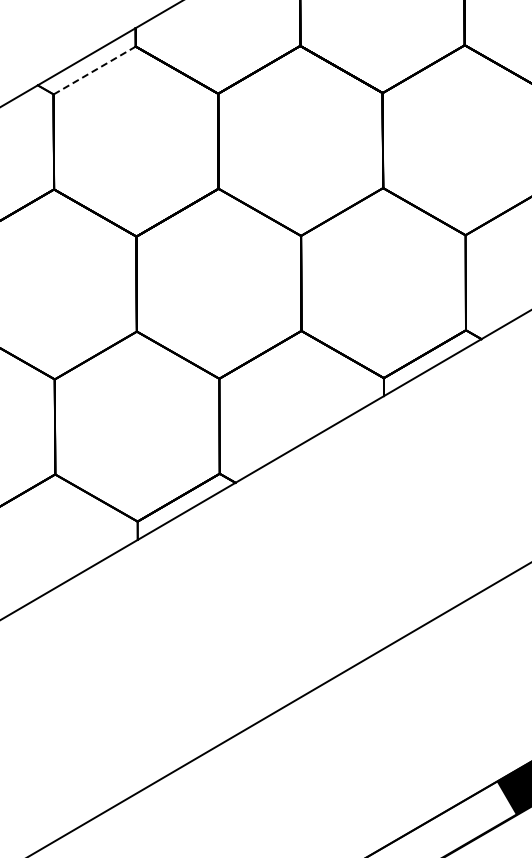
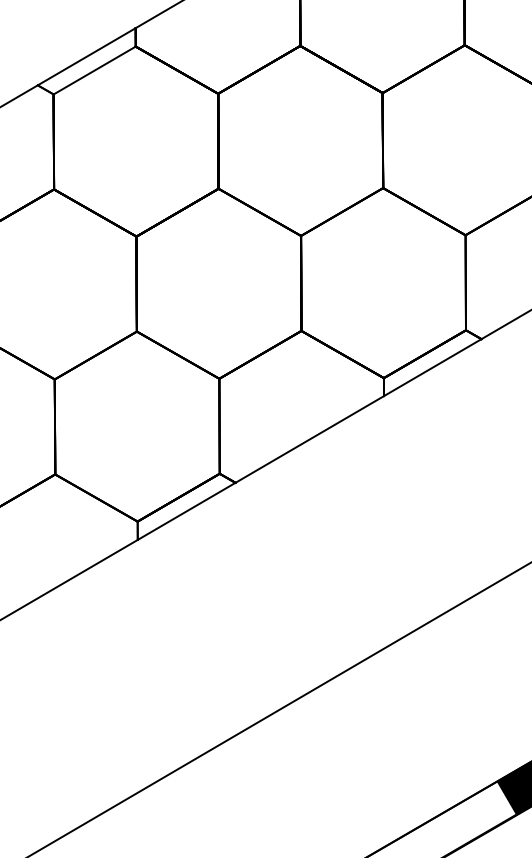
line at (95, 70): dashed -> solid
